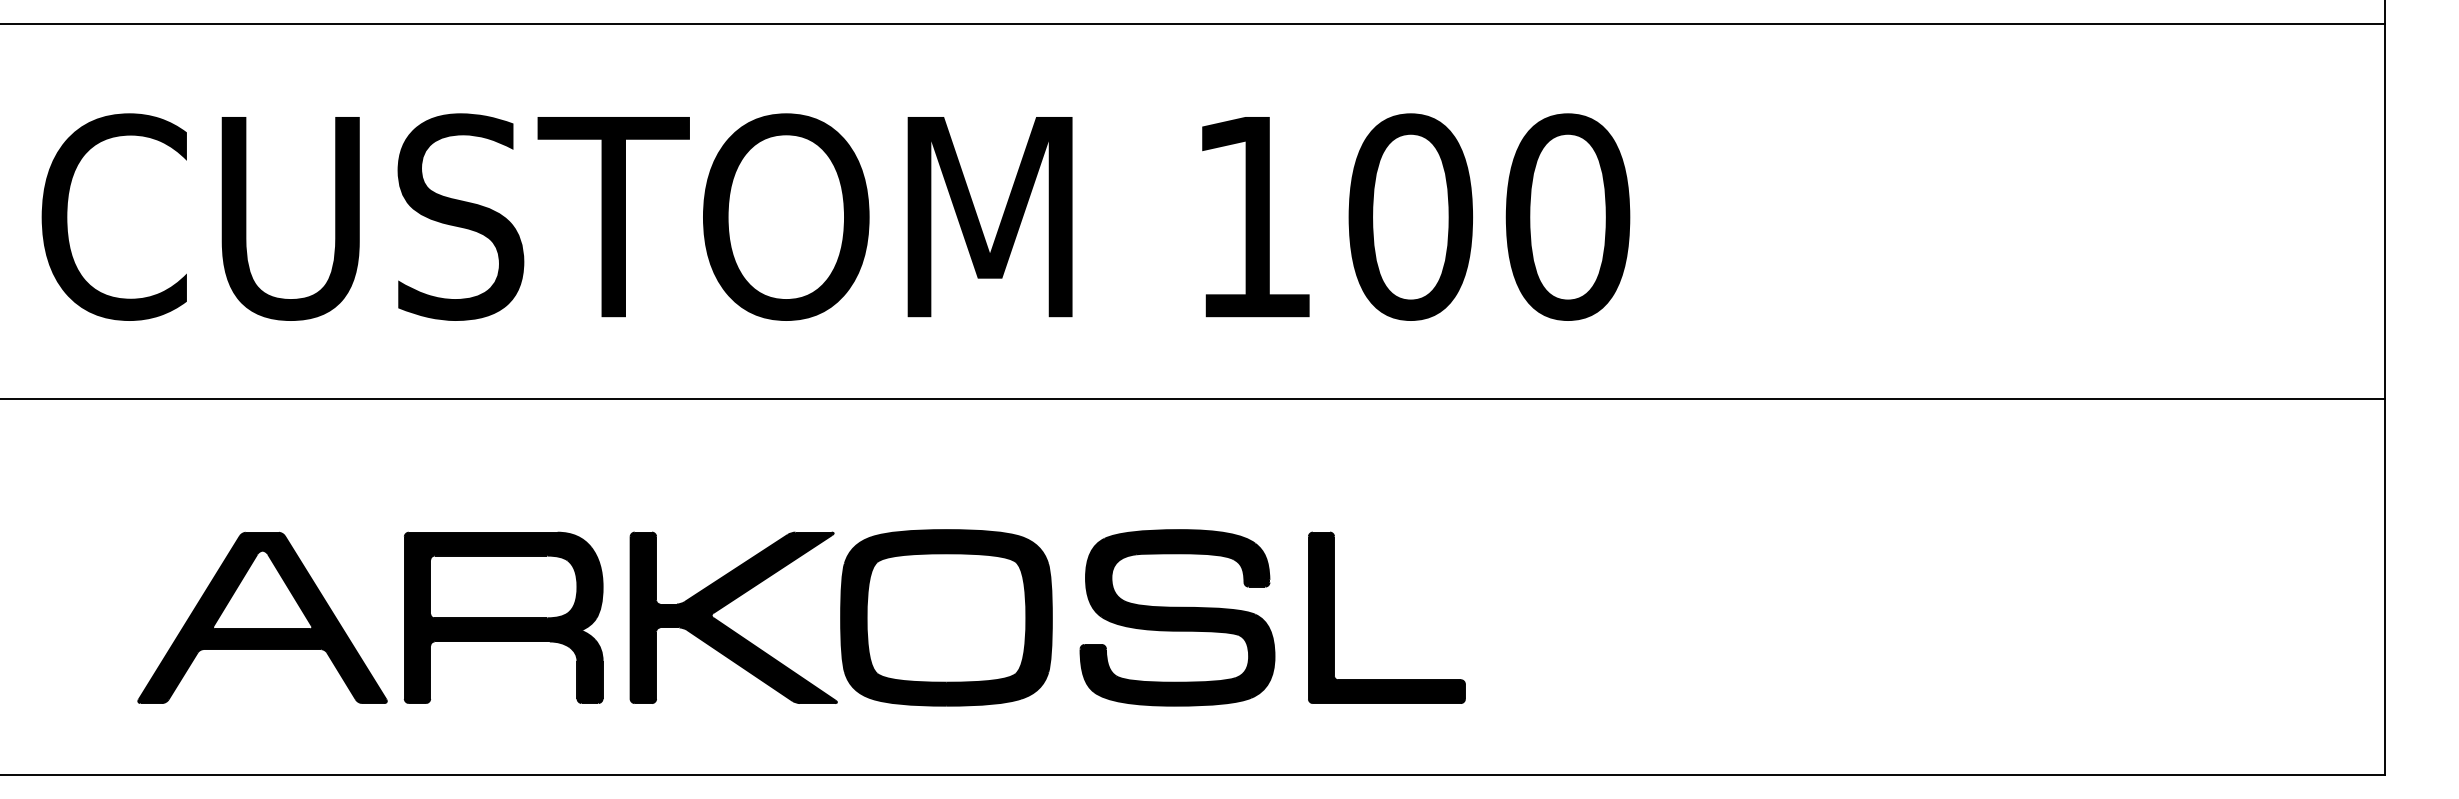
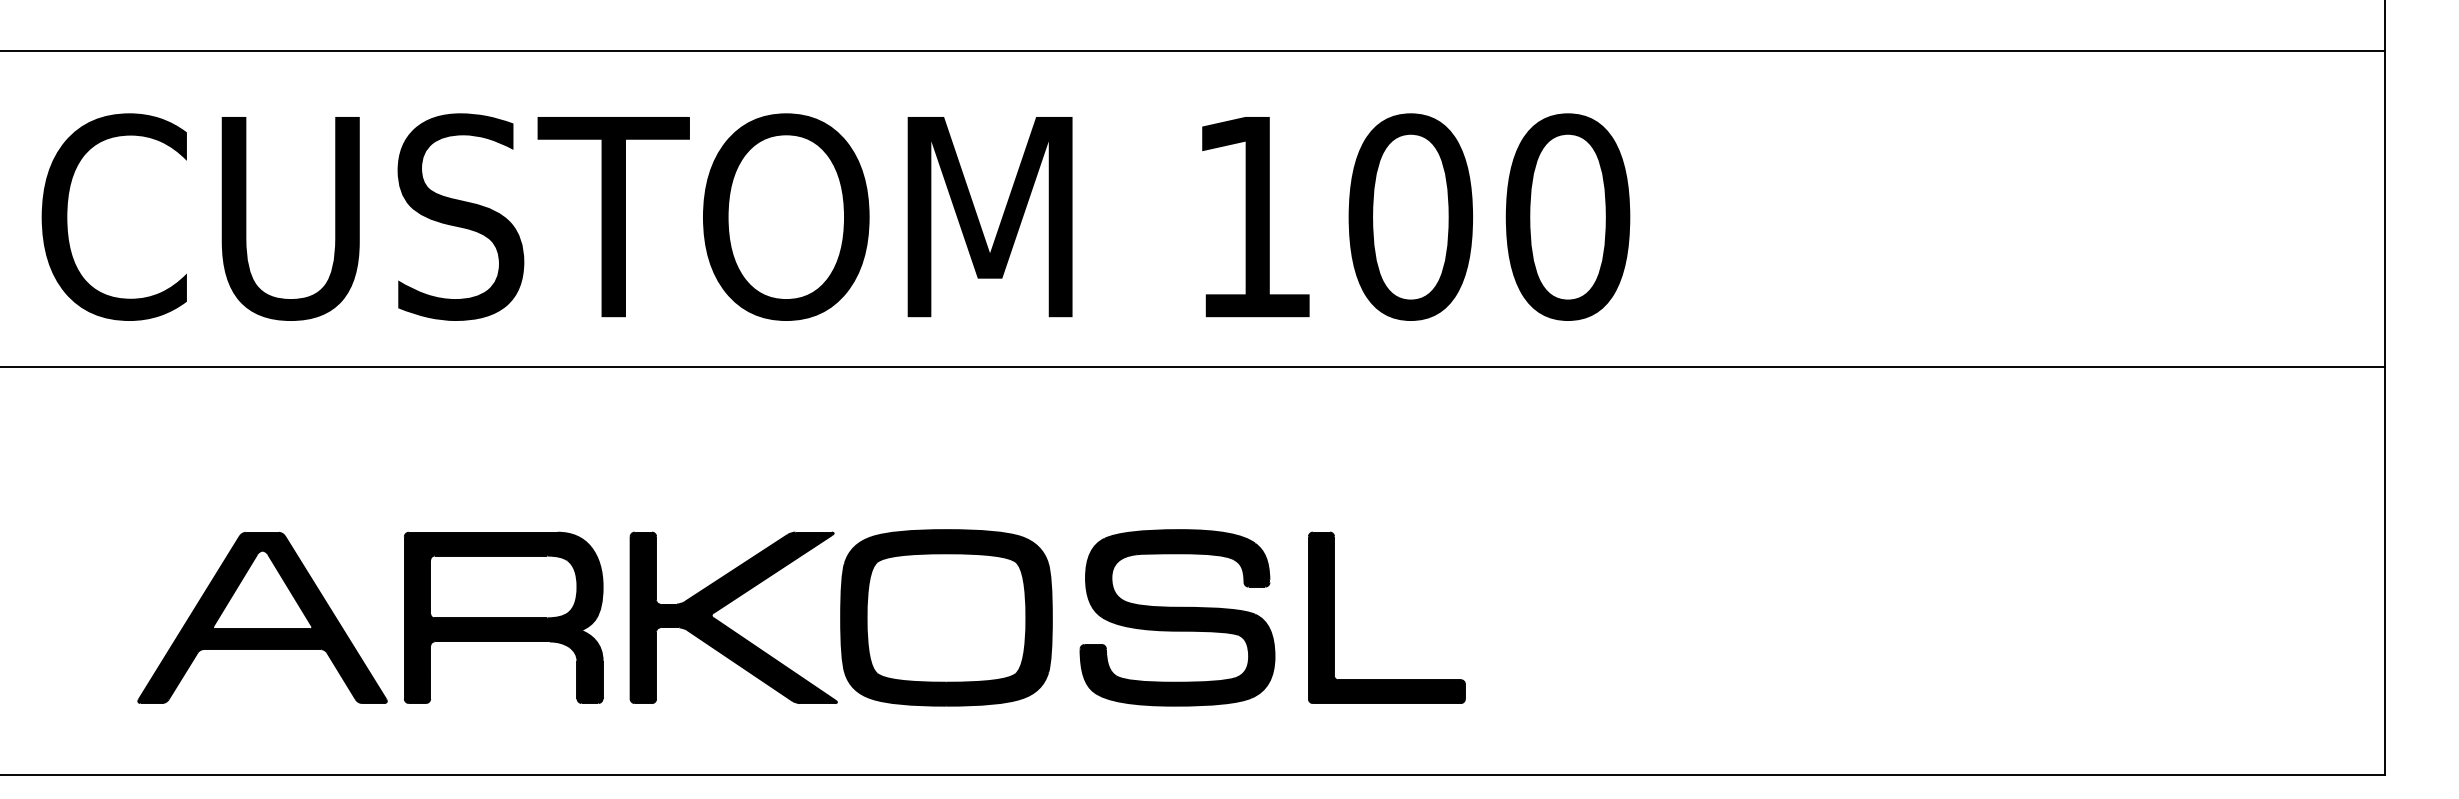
line at (1193, 24) position: (1193, 24) -> (1193, 51)
line at (1193, 399) position: (1193, 399) -> (1193, 367)
